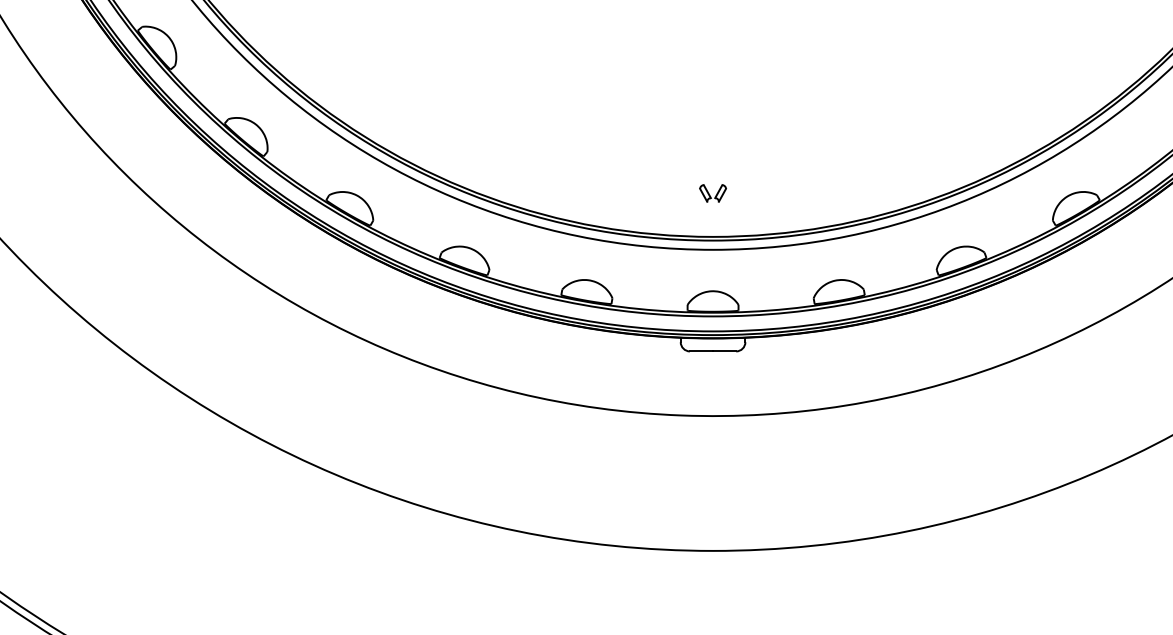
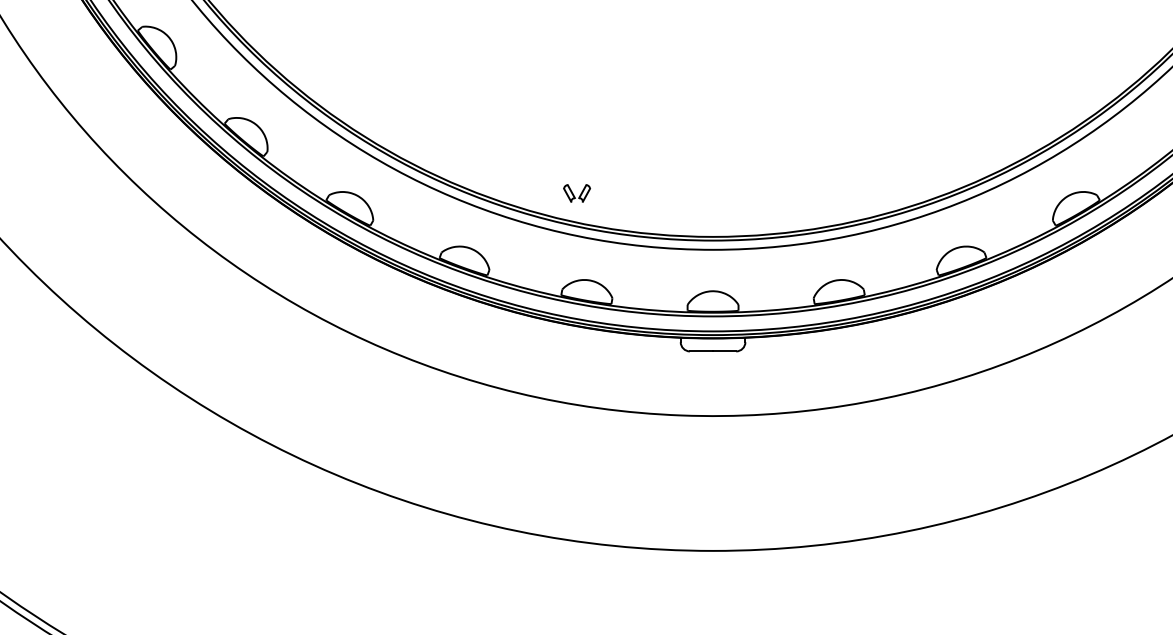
part at (712, 193) position: (712, 193) -> (576, 193)
